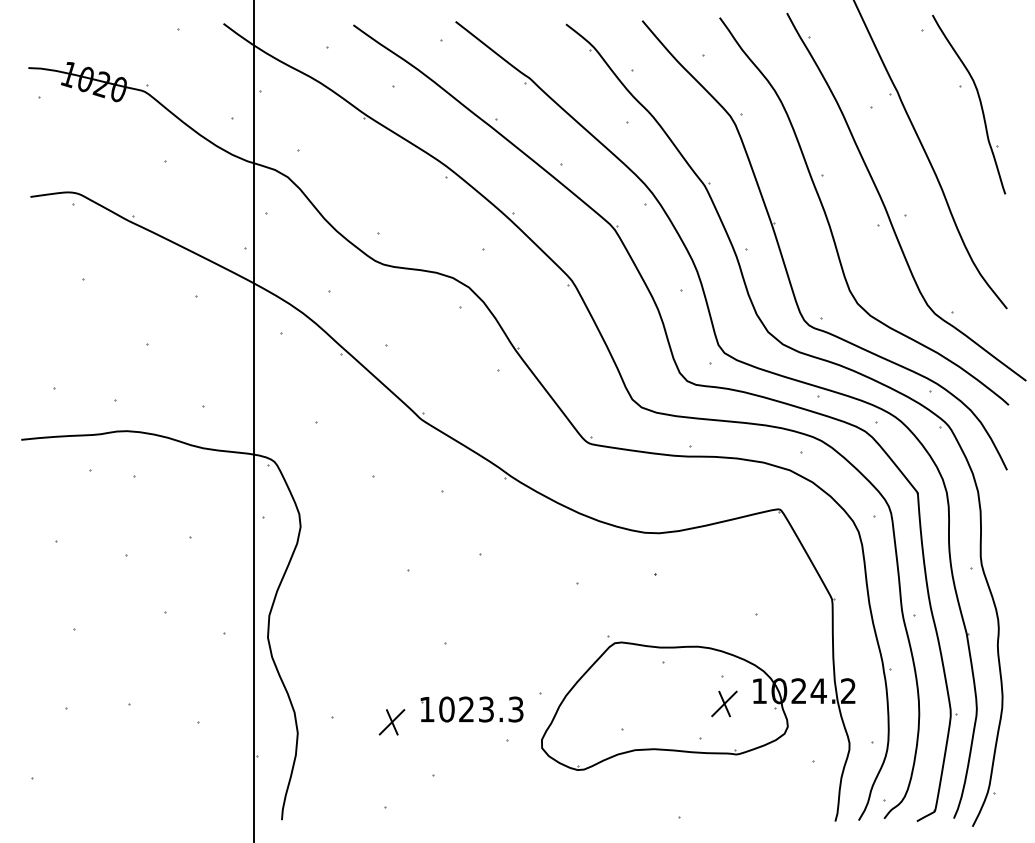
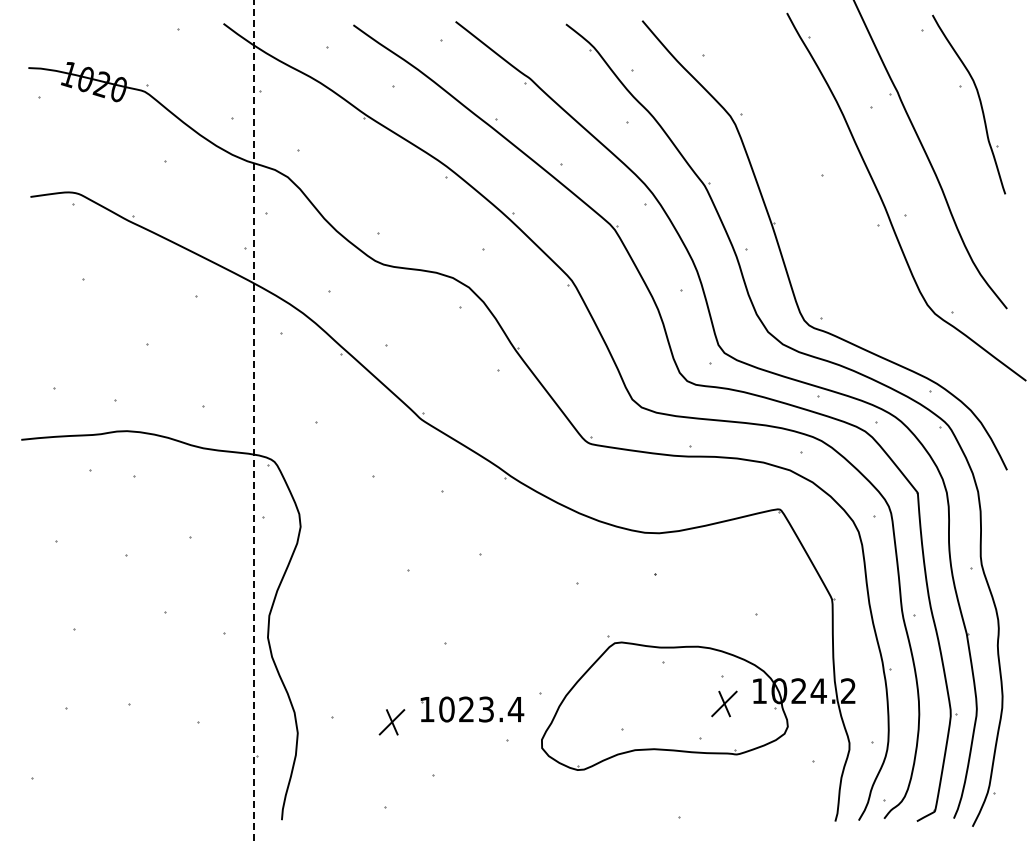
curve at (829, 222): present -> none
line at (253, 421): solid -> dashed
text at (515, 709): 1023.3 -> 1023.4
